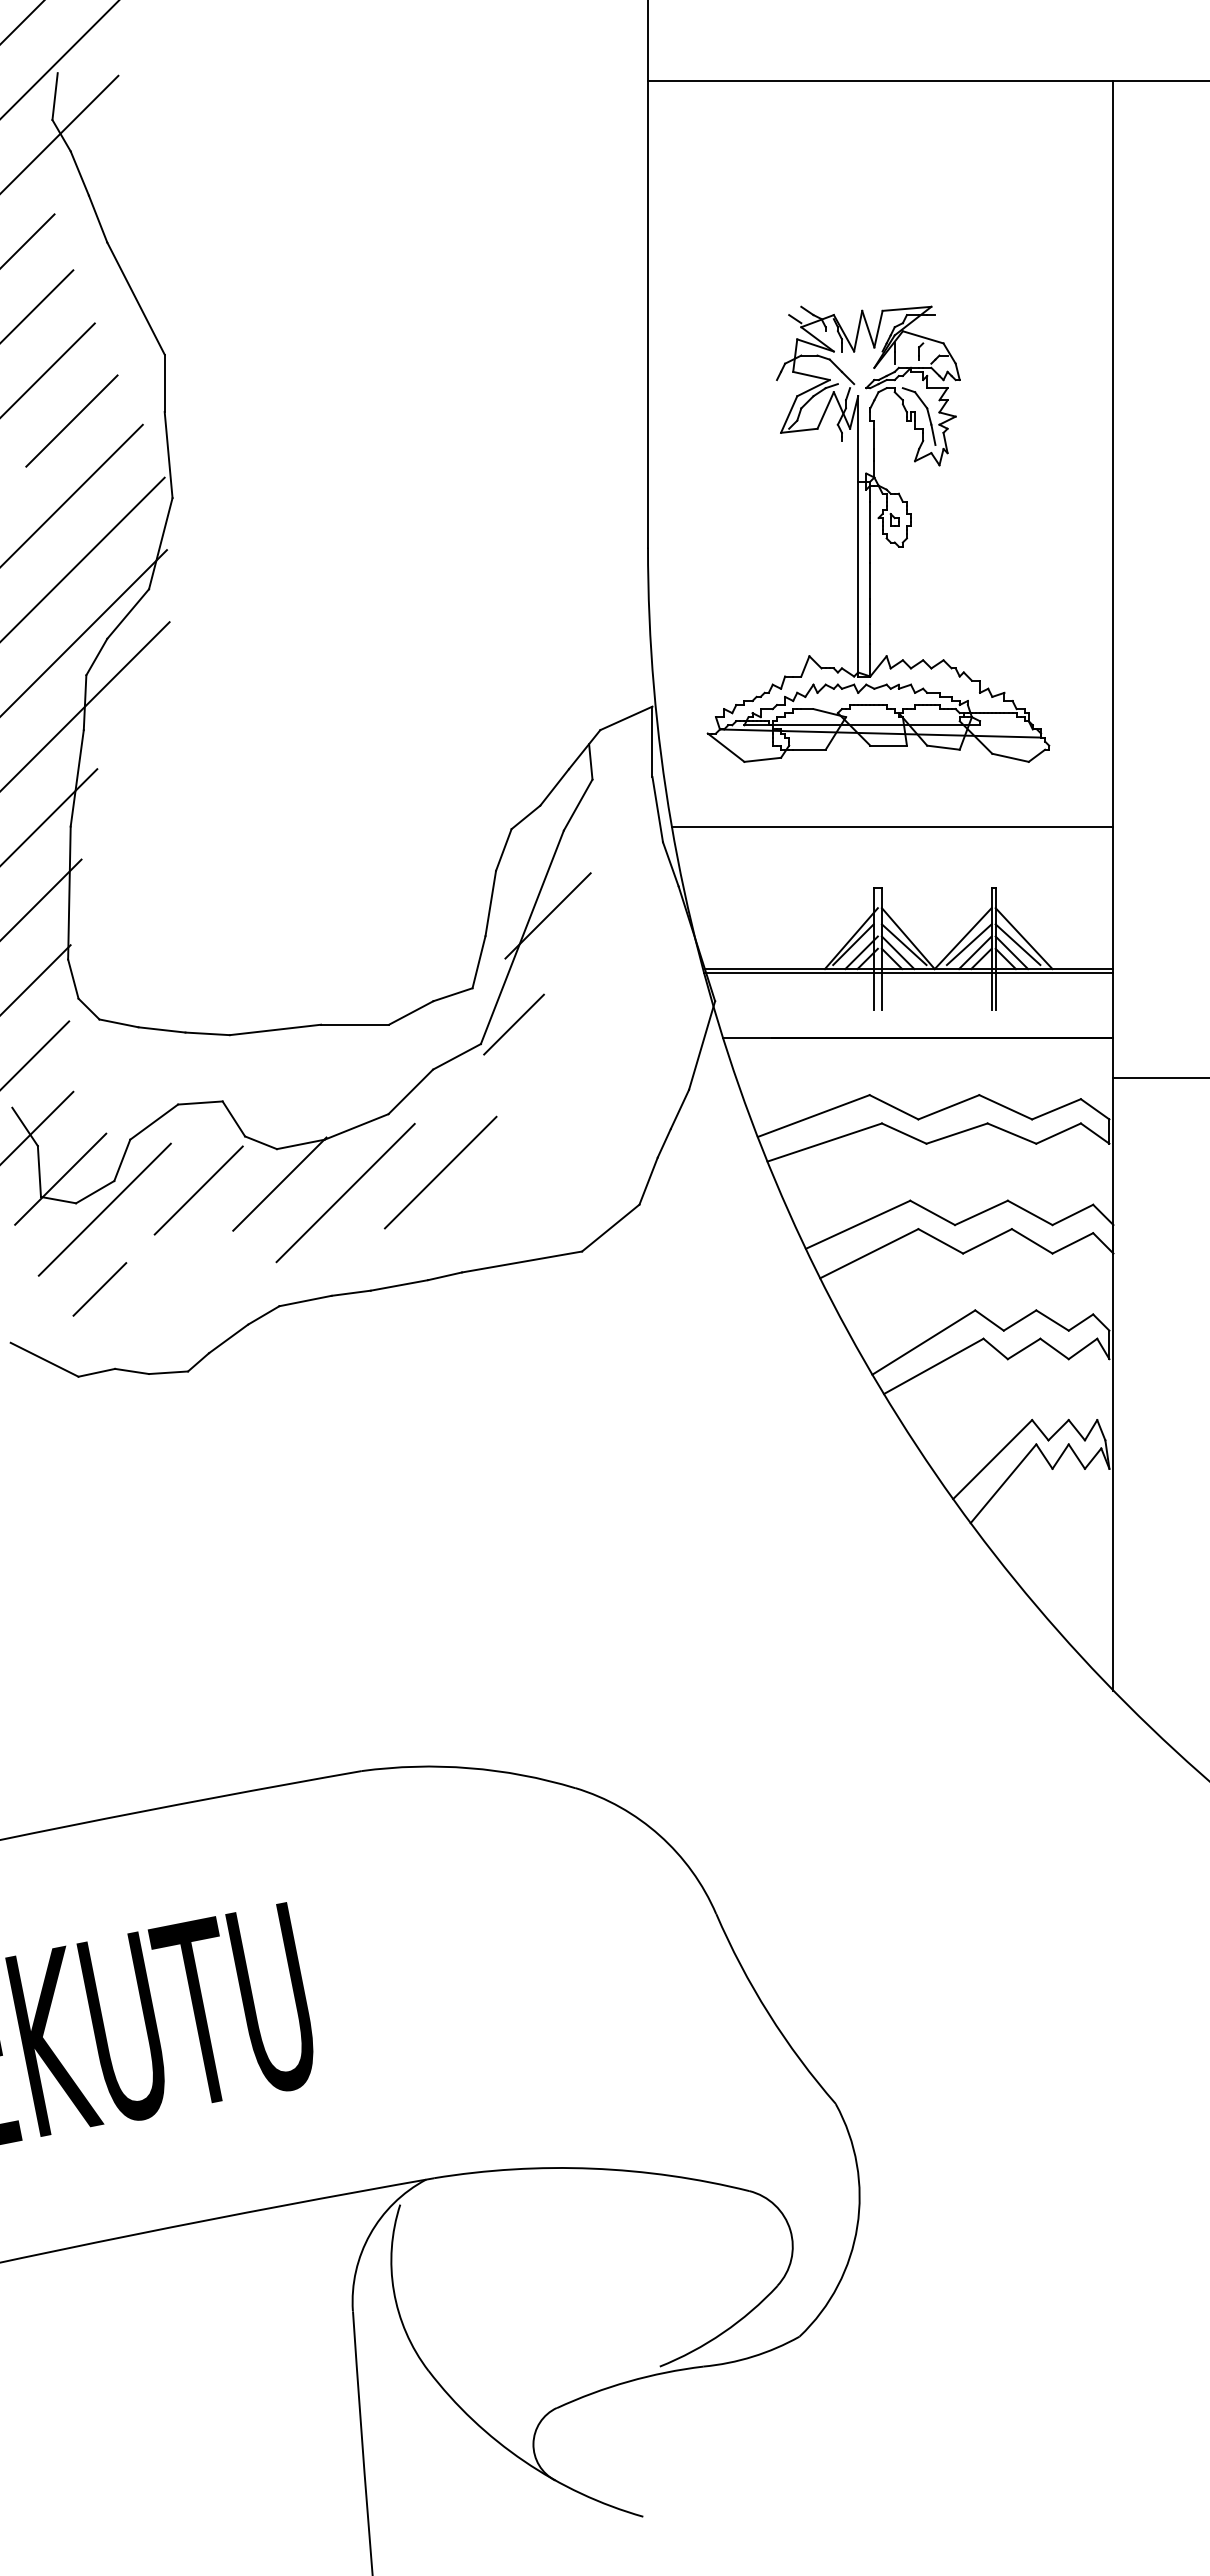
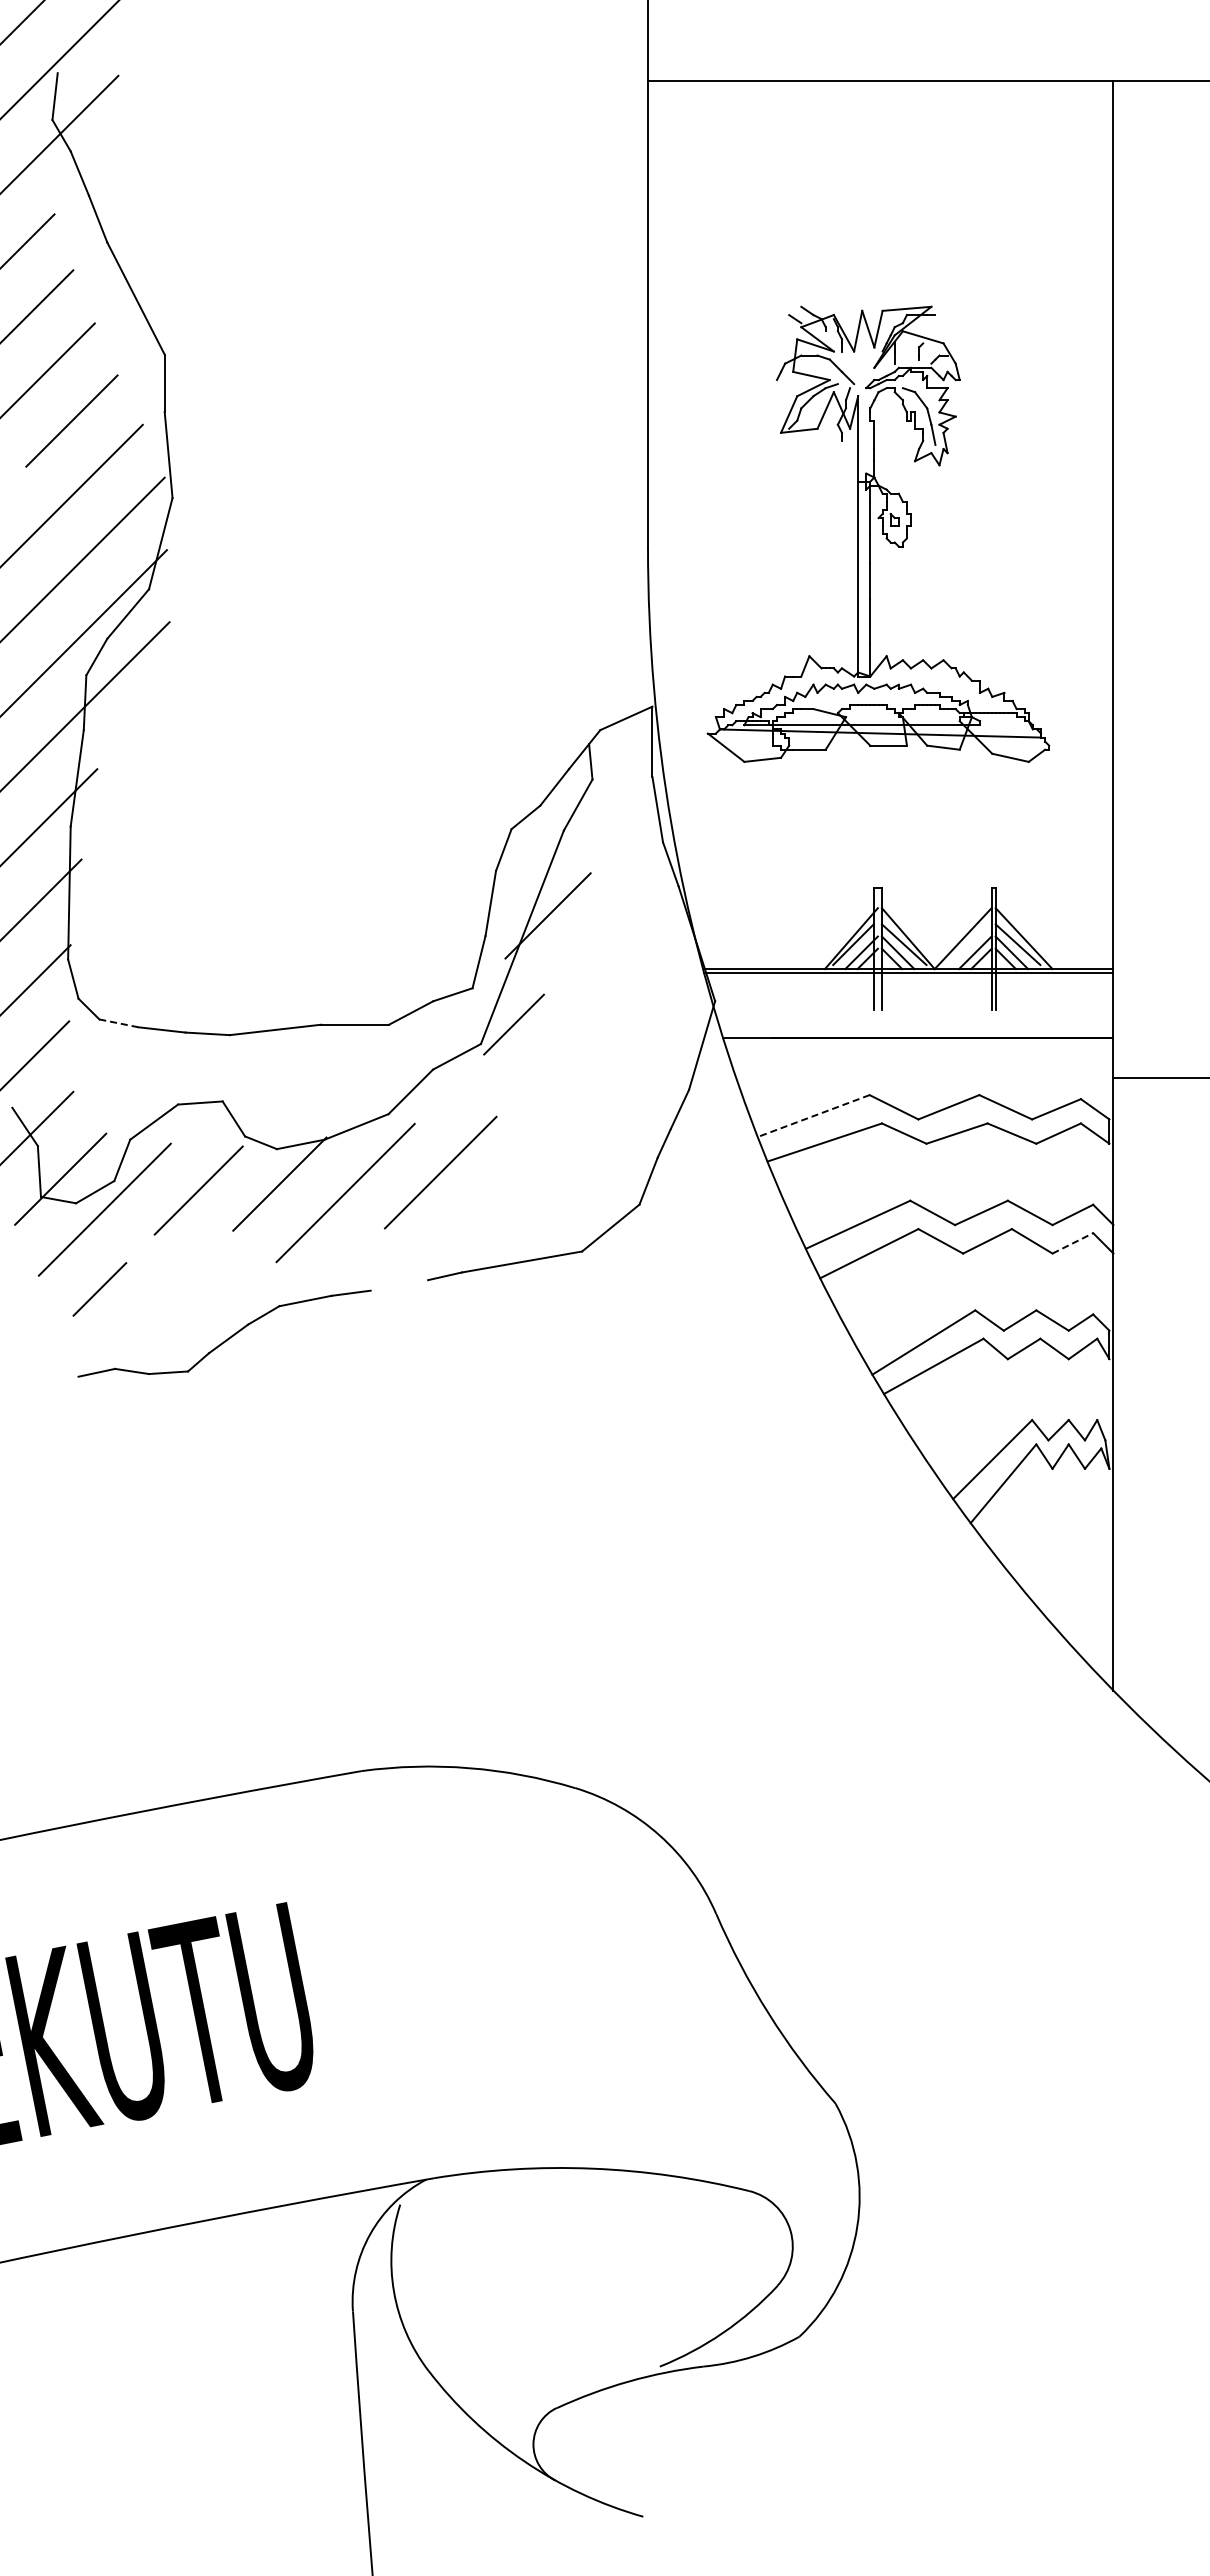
line at (892, 826): present -> none
line at (968, 944): present -> none
line at (118, 1023): solid -> dashed
line at (813, 1116): solid -> dashed
line at (1072, 1243): solid -> dashed
line at (399, 1285): present -> none
line at (44, 1359): present -> none
